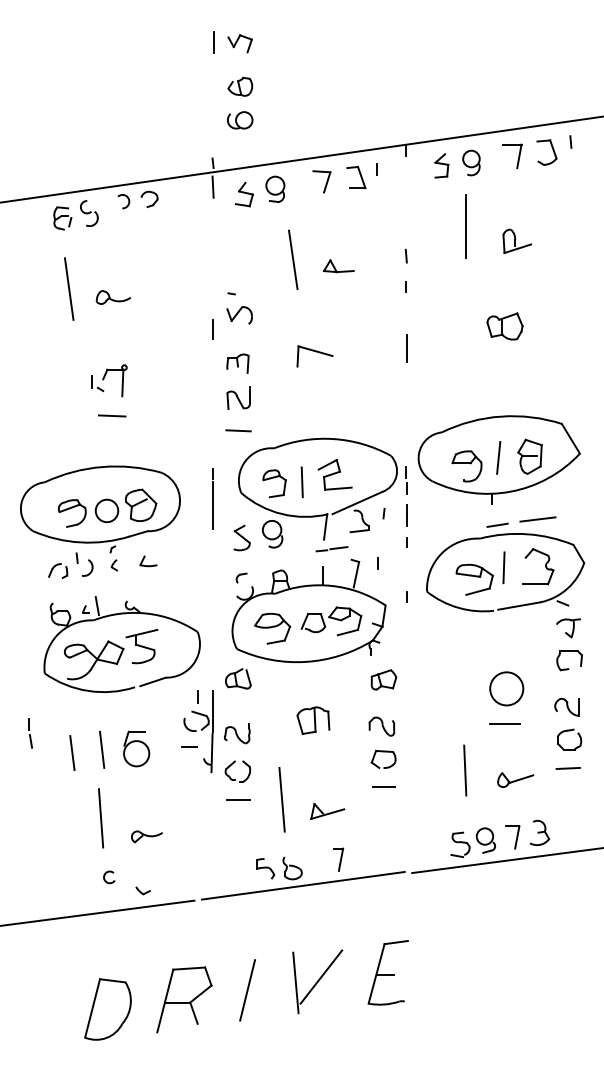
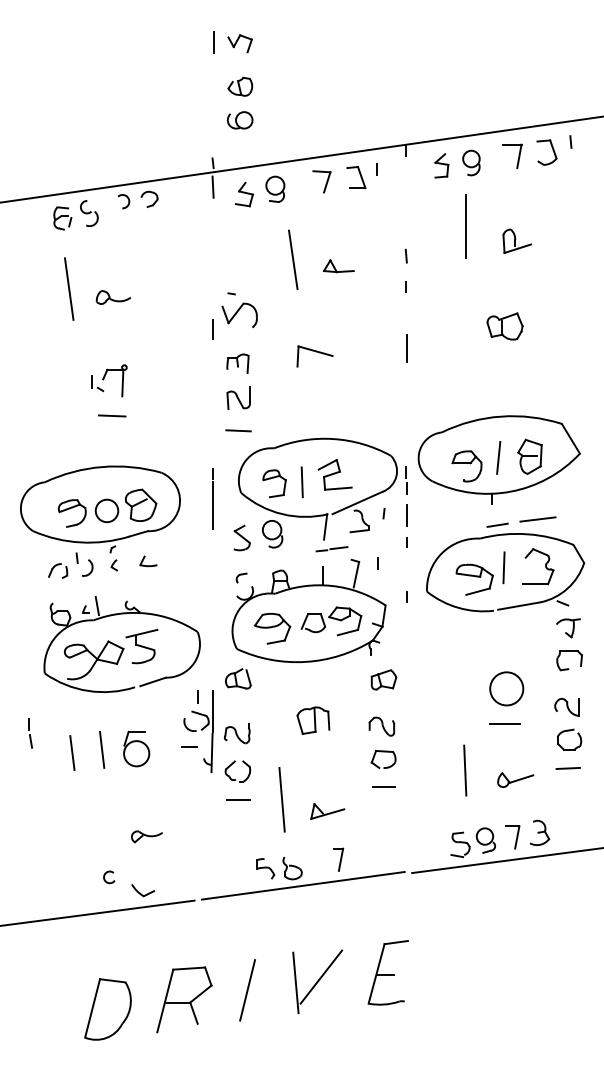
part at (239, 315) size: 27x19 px -> 37x26 px
line at (100, 818): present -> none
part at (142, 890) size: 16x10 px -> 25x14 px
